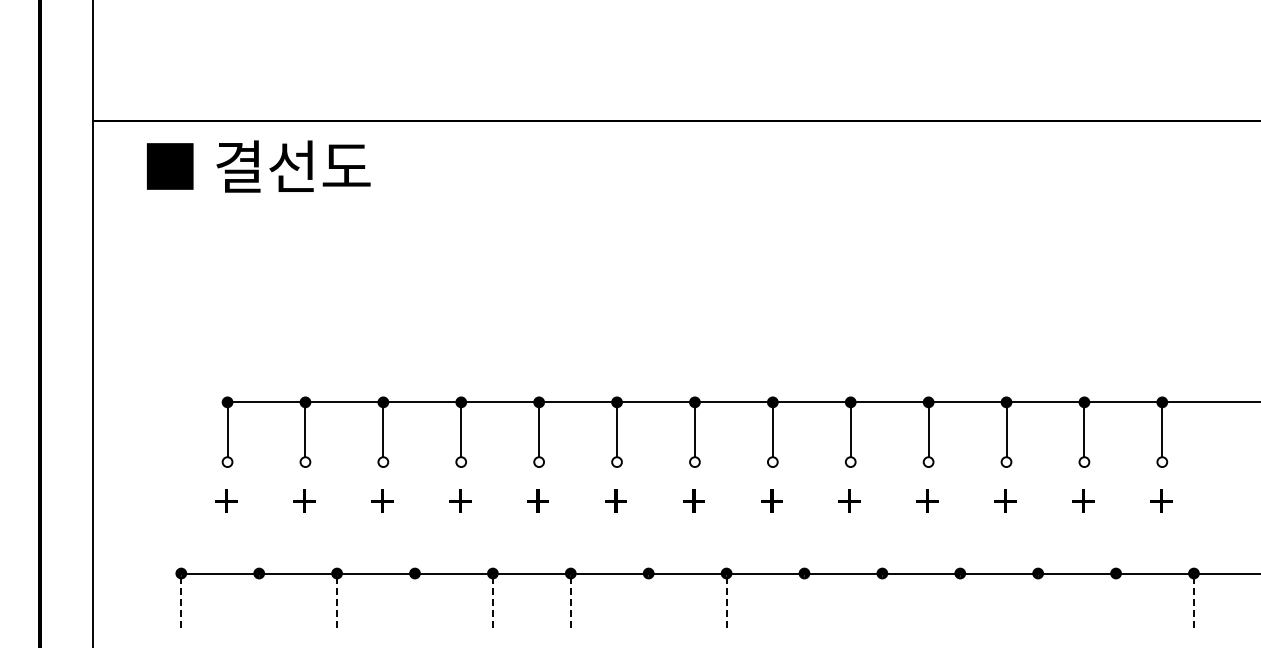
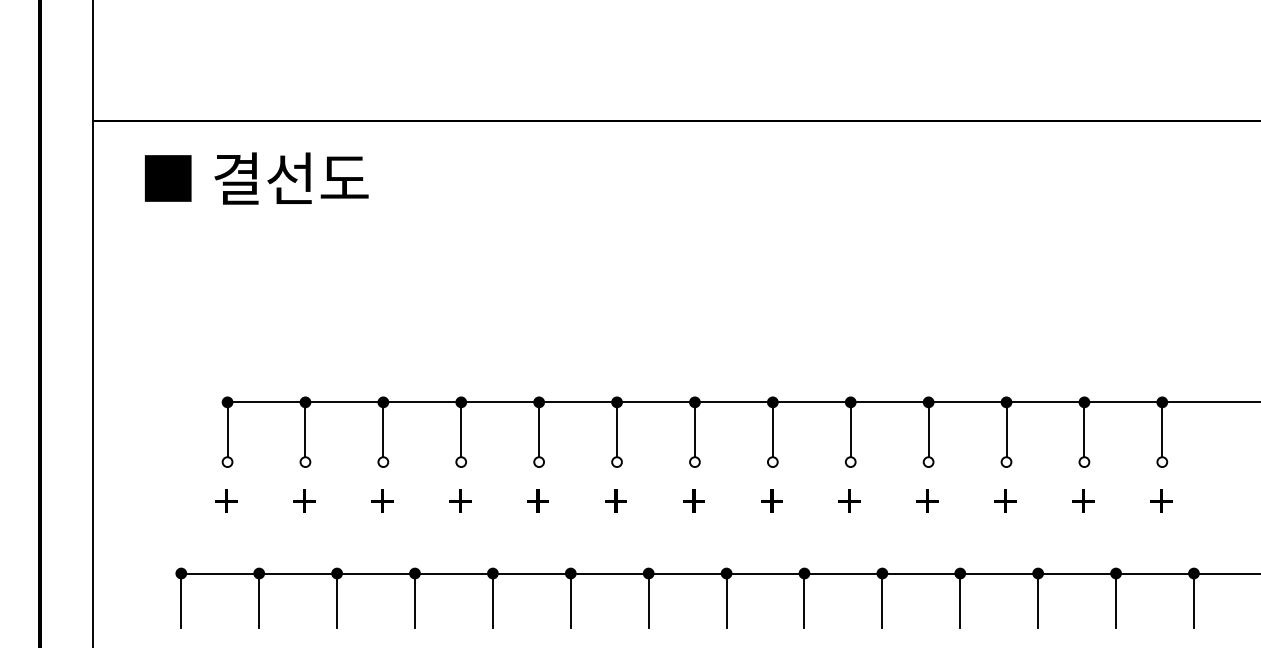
text at (258, 166) position: (258, 166) -> (256, 178)
line at (181, 600): dashed -> solid
line at (259, 600): none -> present
line at (337, 600): dashed -> solid
line at (415, 600): none -> present
line at (492, 600): dashed -> solid
line at (570, 600): dashed -> solid
line at (648, 600): none -> present
line at (726, 600): dashed -> solid
line at (804, 600): none -> present
line at (882, 600): none -> present
line at (960, 600): none -> present
line at (1038, 600): none -> present
line at (1116, 600): none -> present
line at (1193, 600): dashed -> solid
